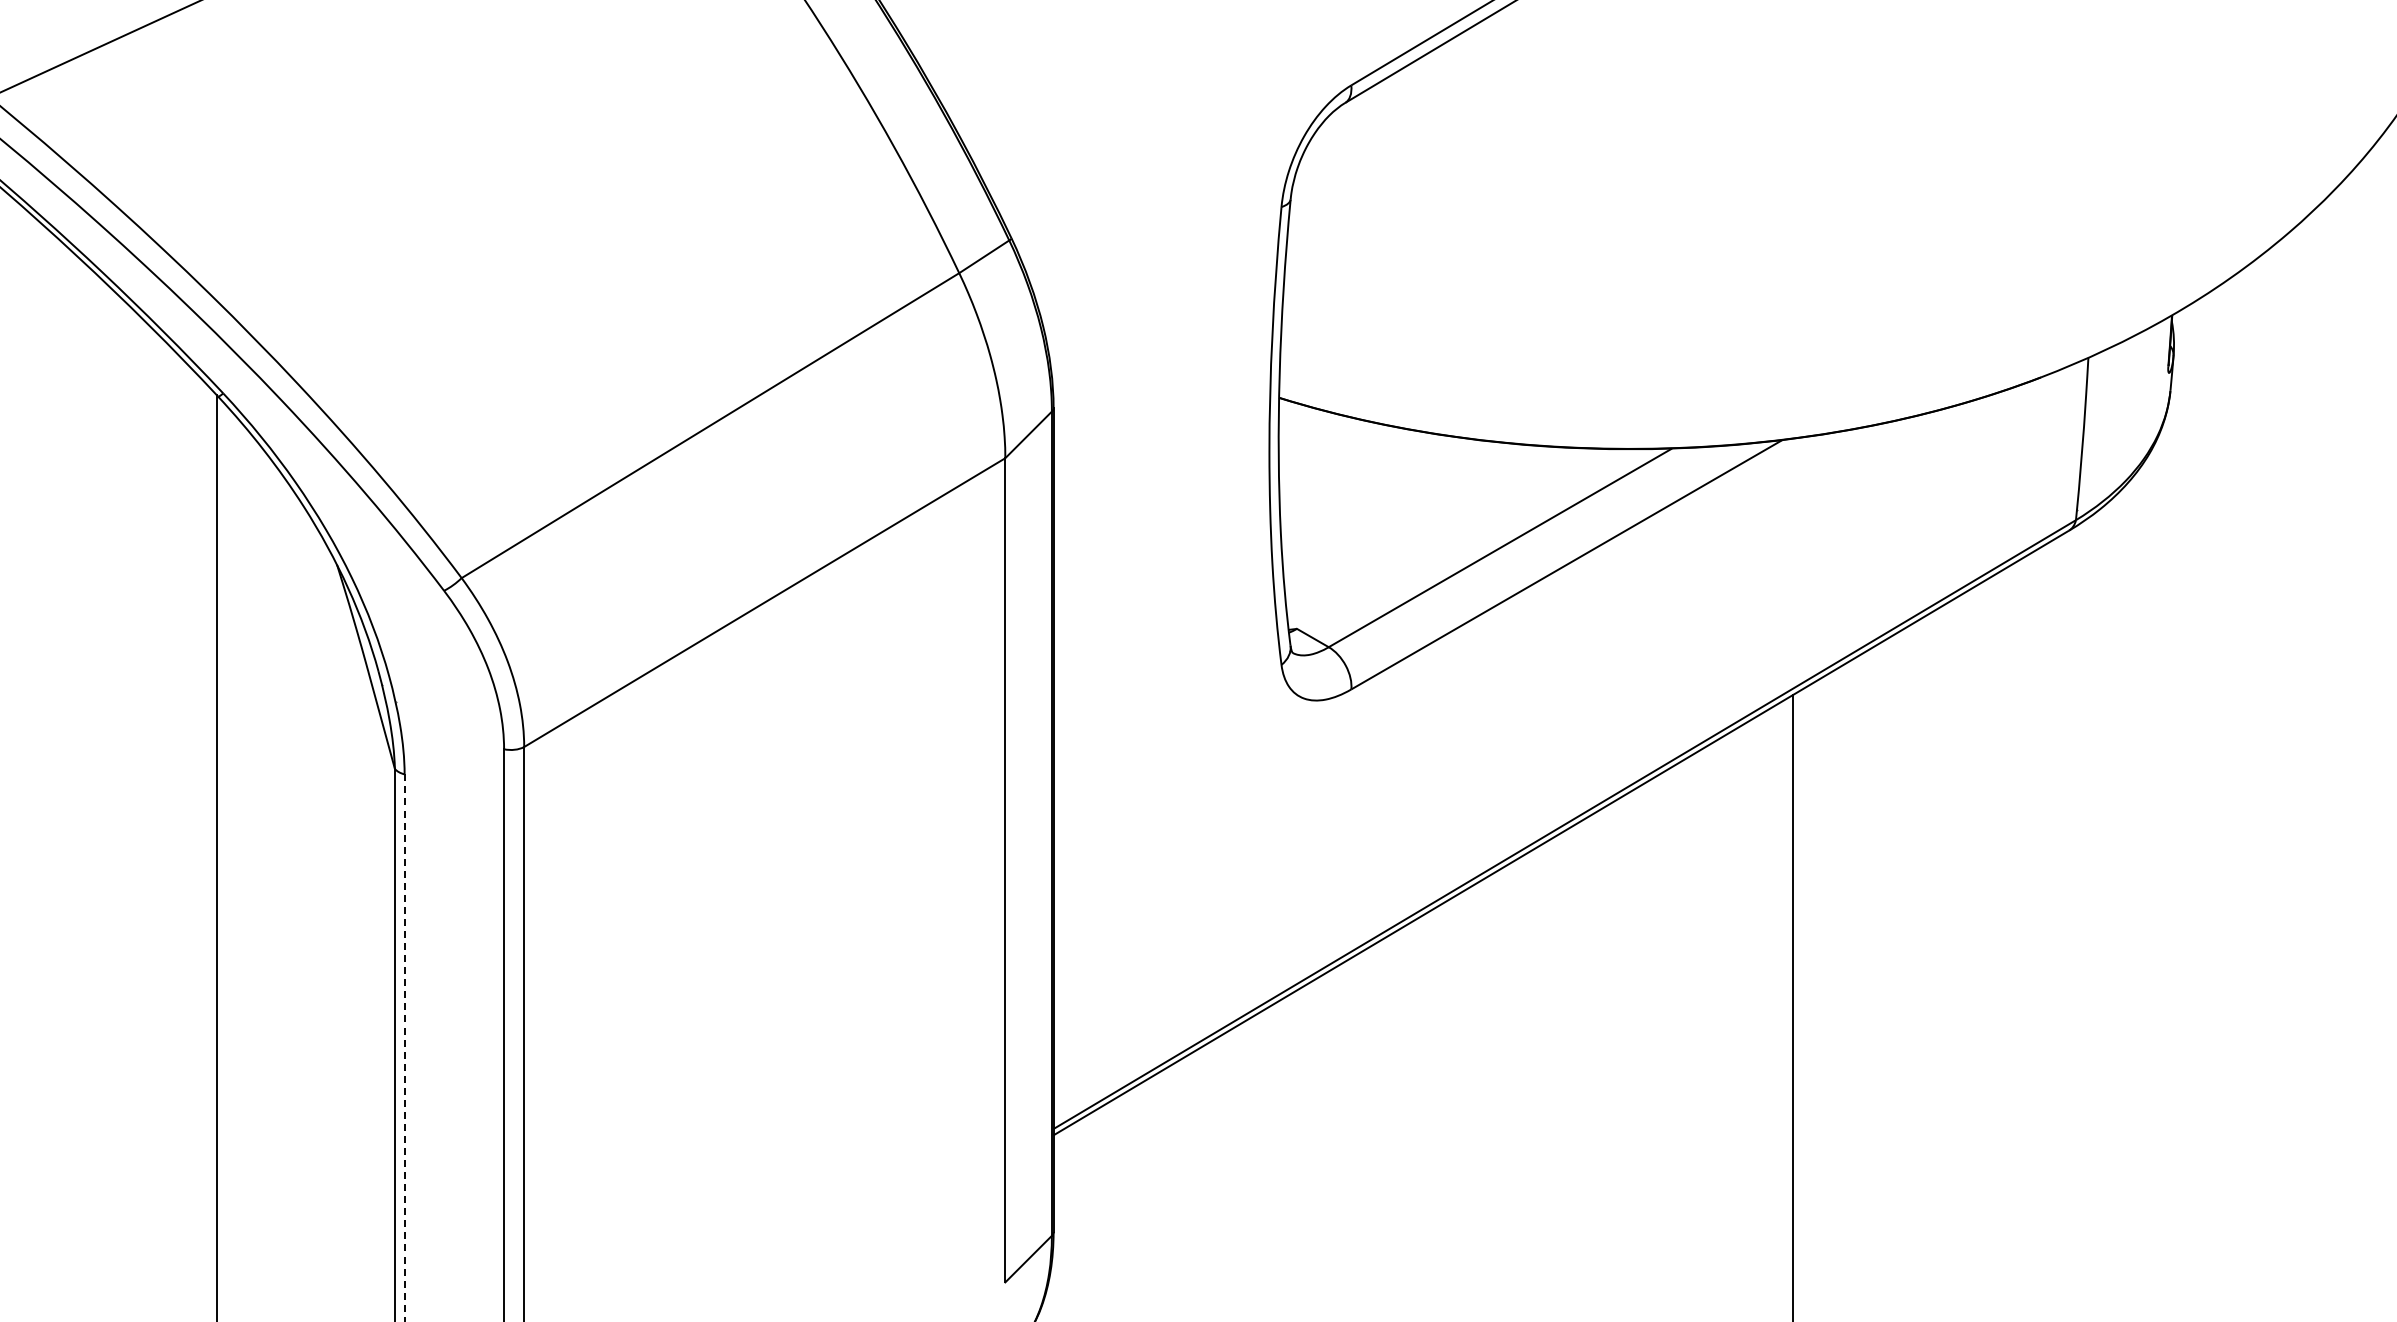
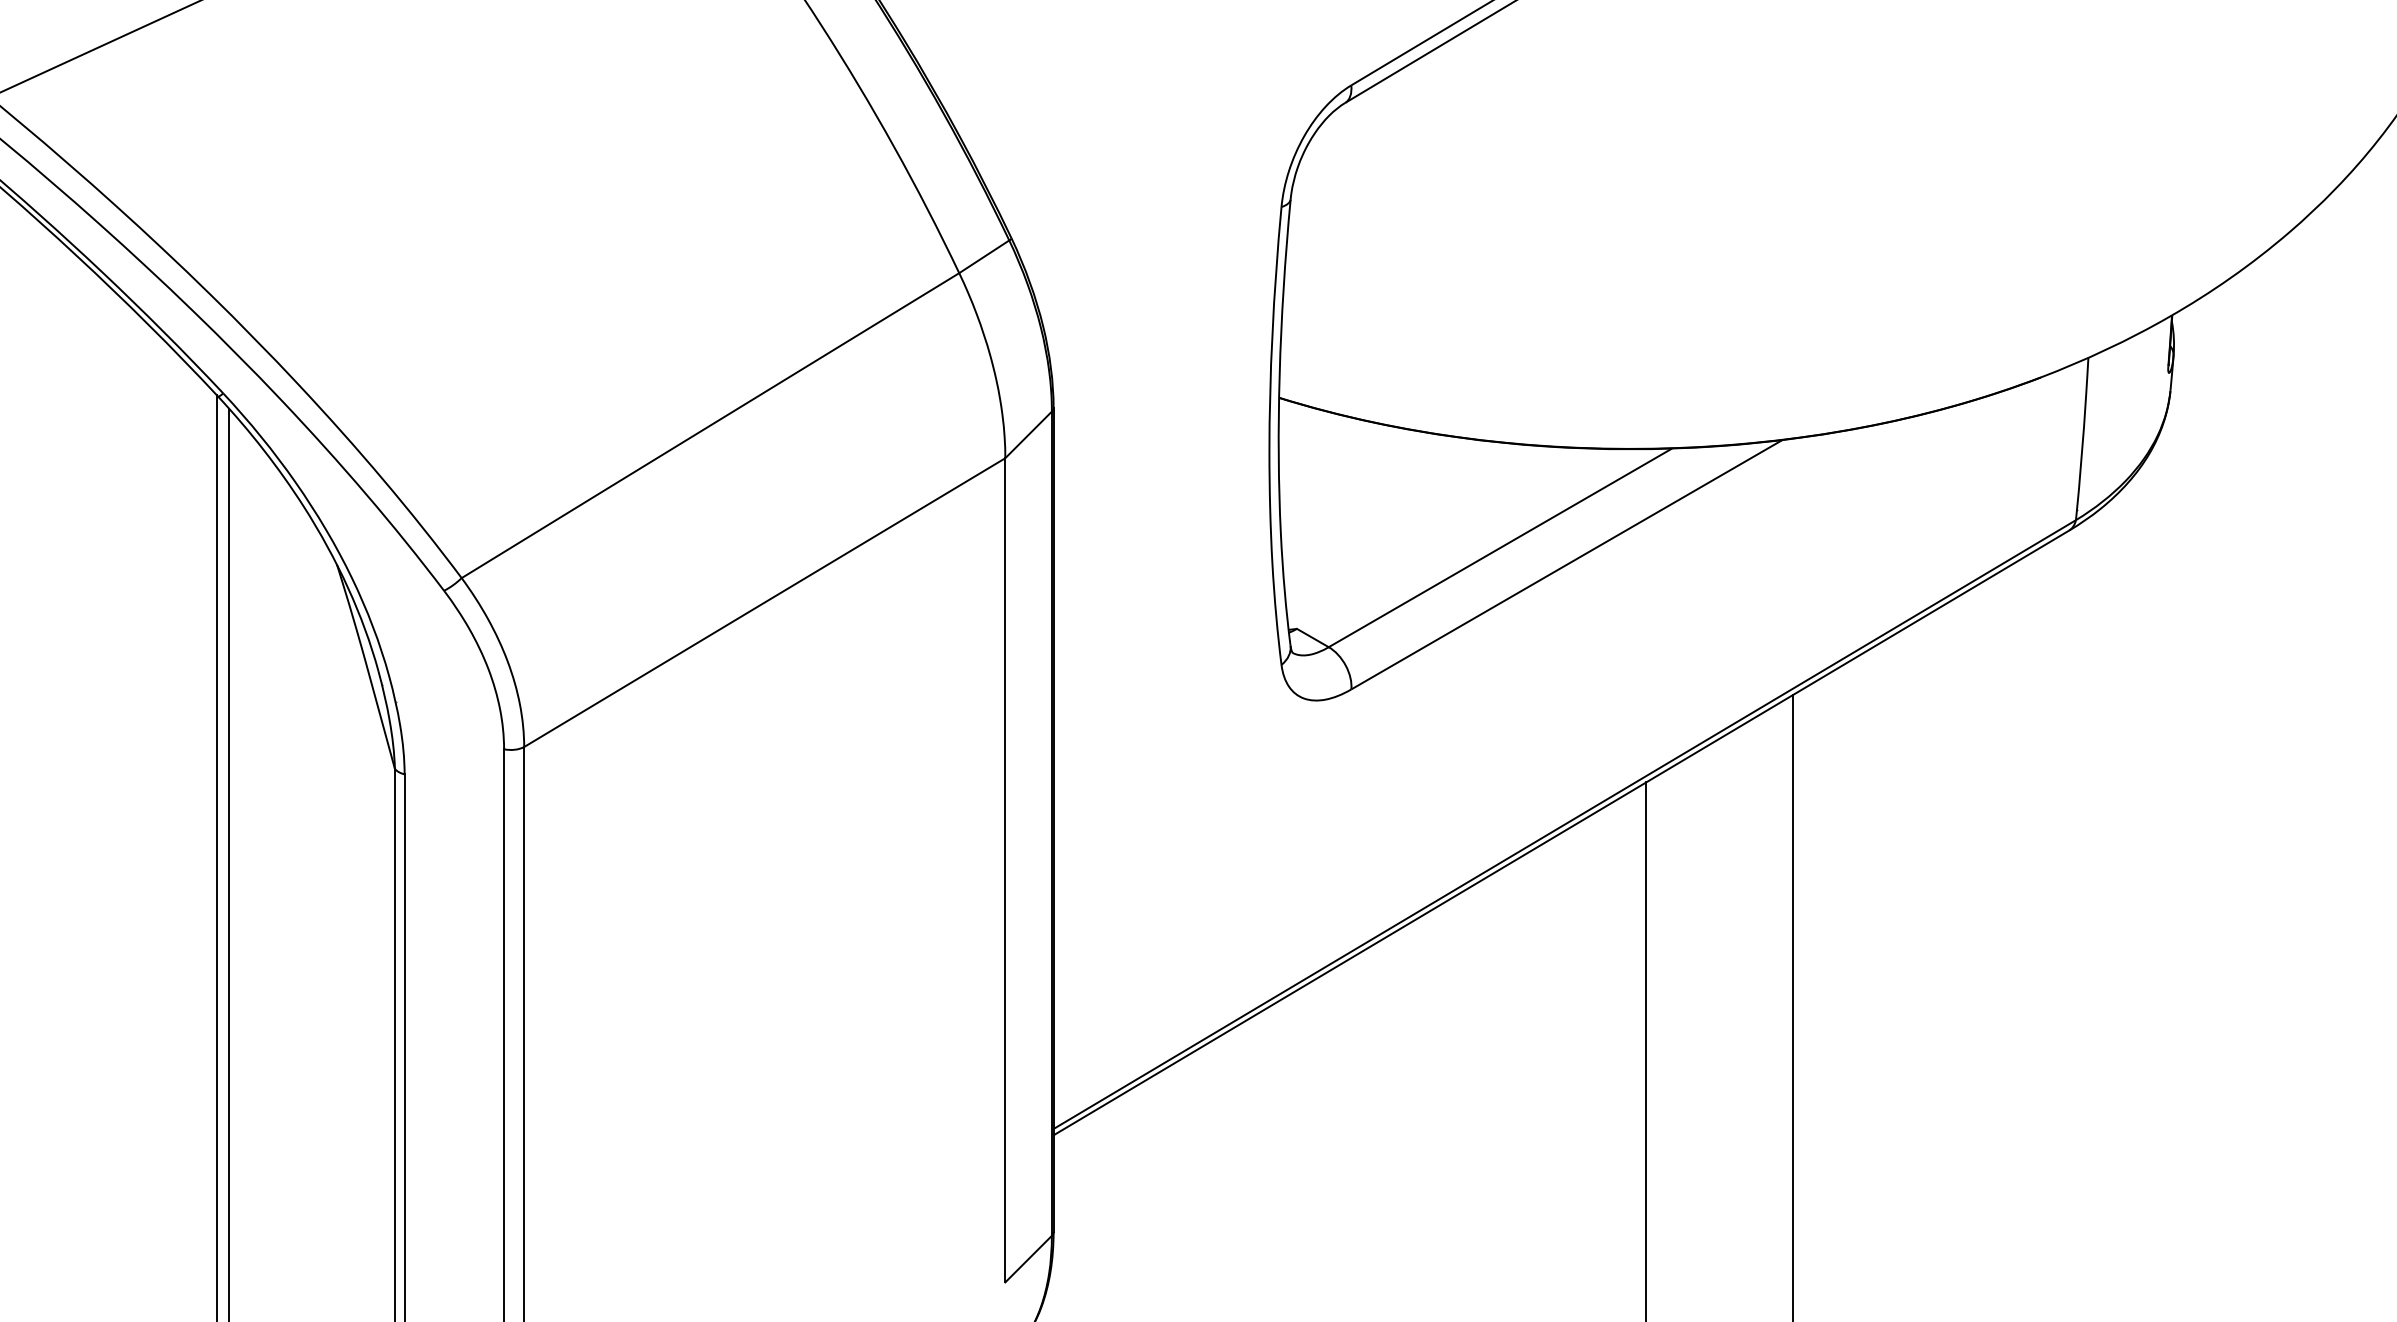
line at (229, 863): none -> present
line at (404, 1048): dashed -> solid
line at (1646, 1050): none -> present
